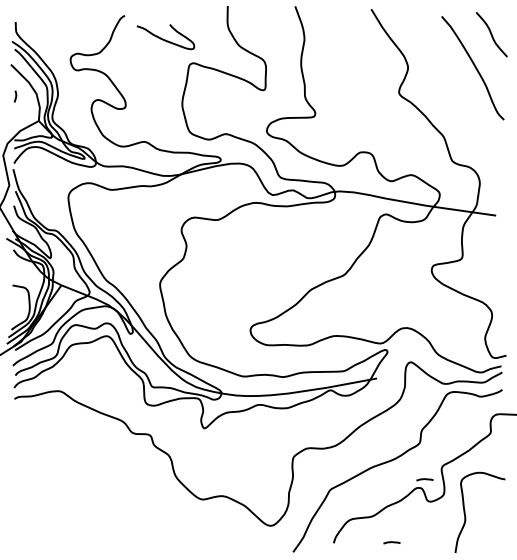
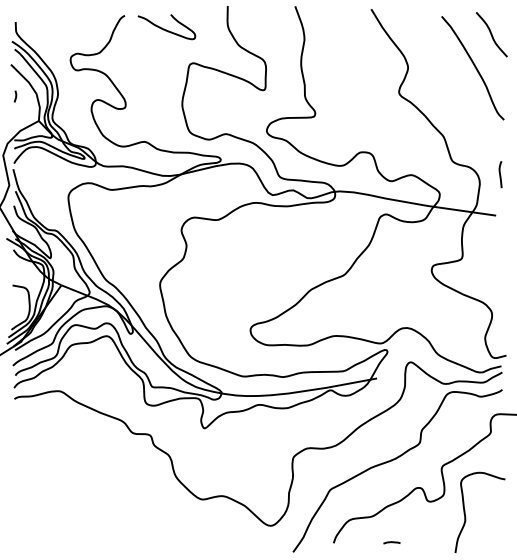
curve at (165, 39) position: (165, 39) -> (166, 29)
curve at (500, 174): none -> present
line at (424, 479): present -> none
